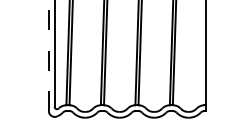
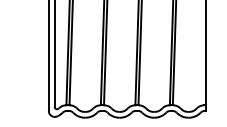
line at (48, 55): dashed -> solid
